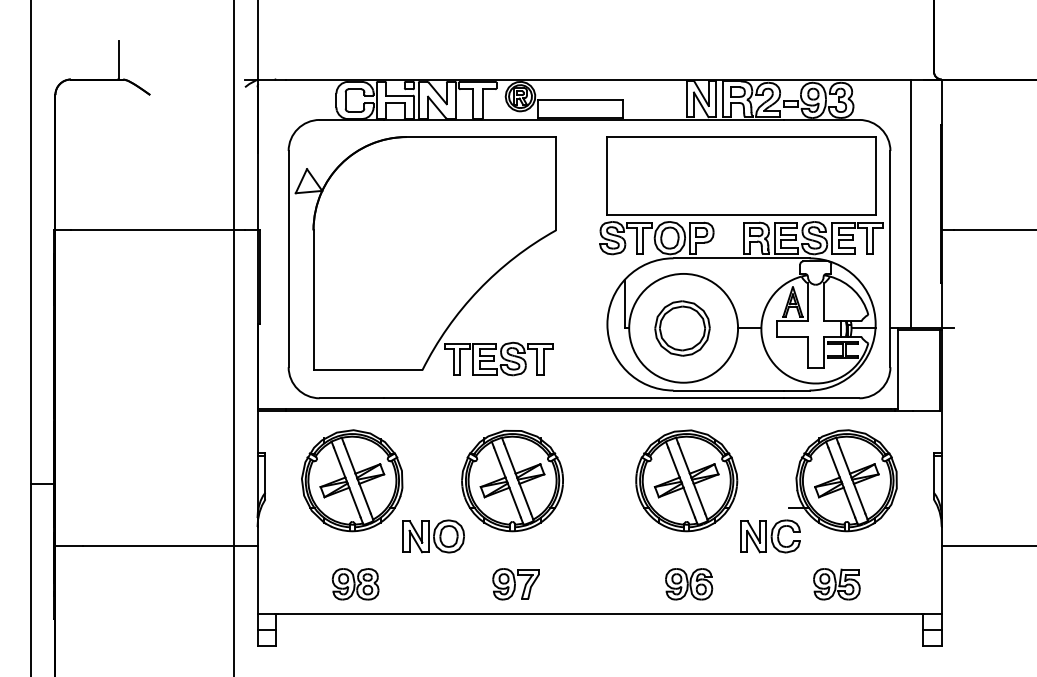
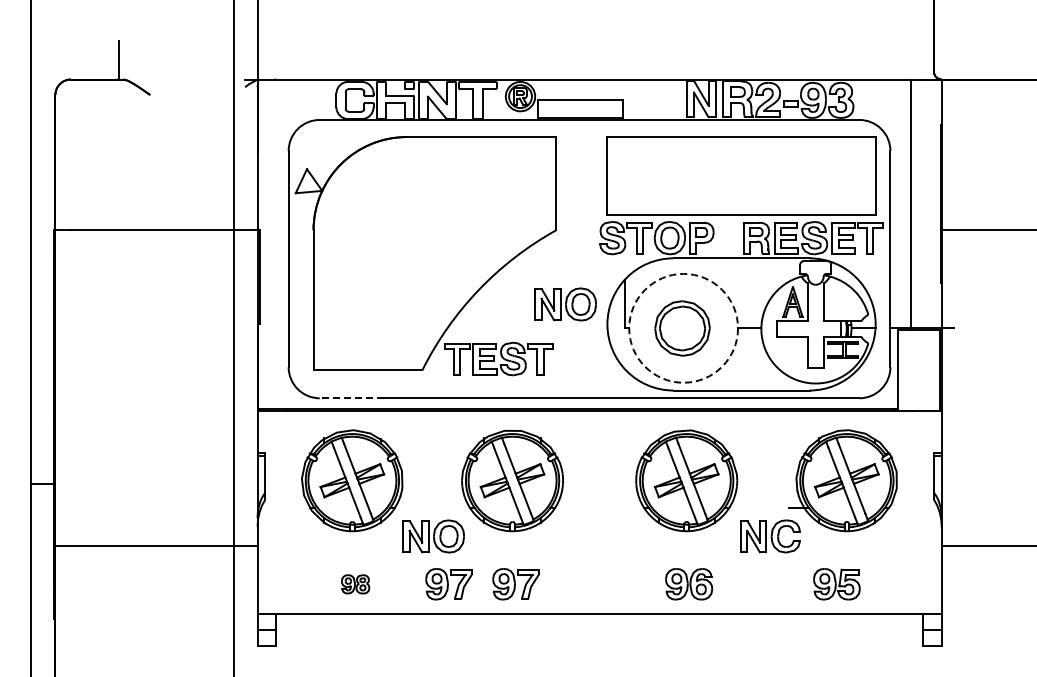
part at (565, 304): none -> present
circle at (683, 327): solid -> dashed
line at (351, 398): solid -> dashed
part at (355, 584) size: 49x33 px -> 30x21 px
part at (448, 584): none -> present
